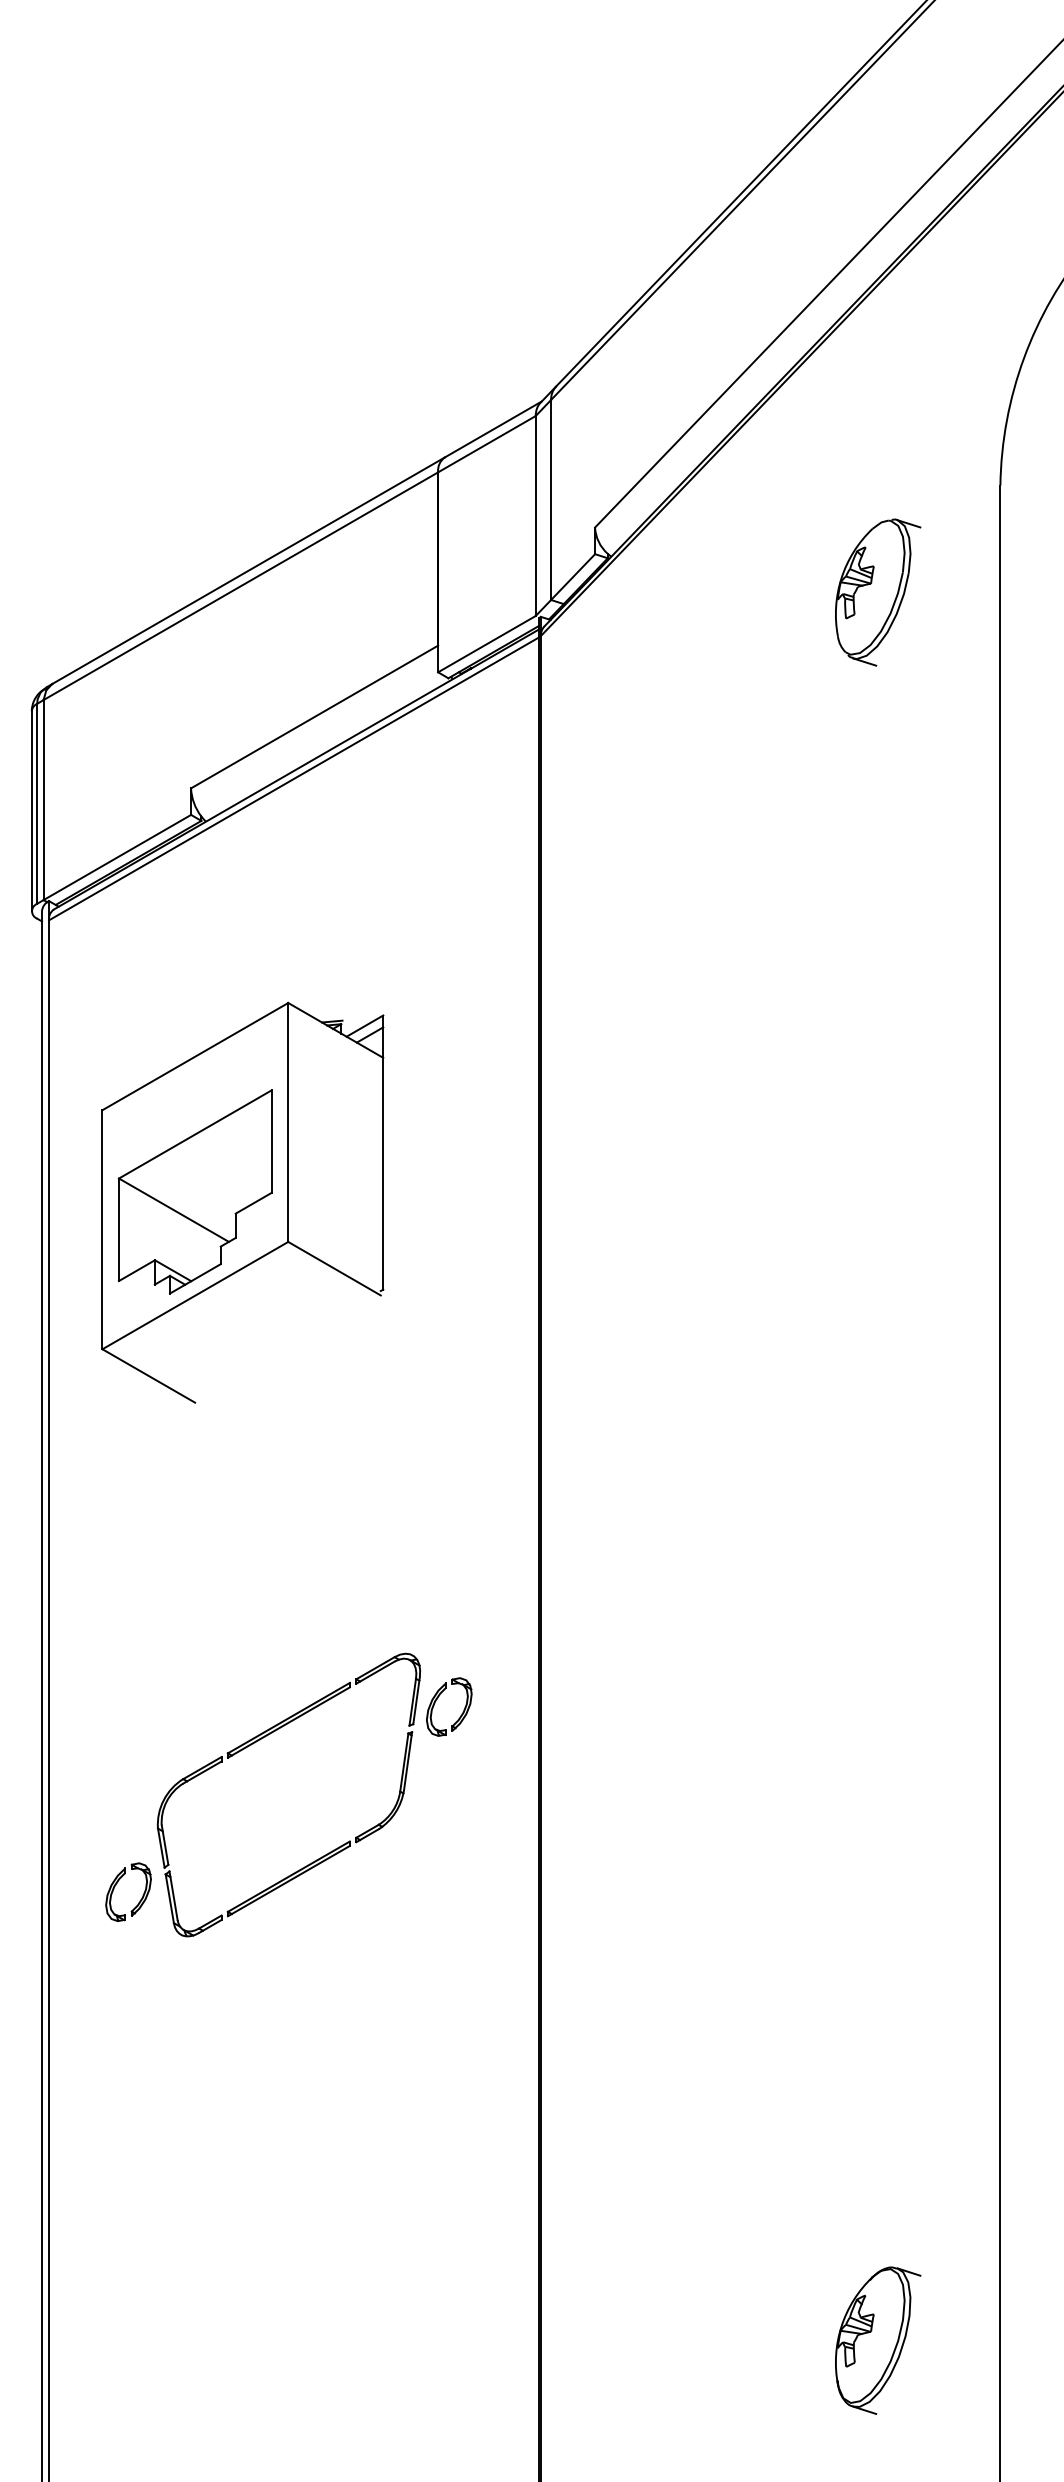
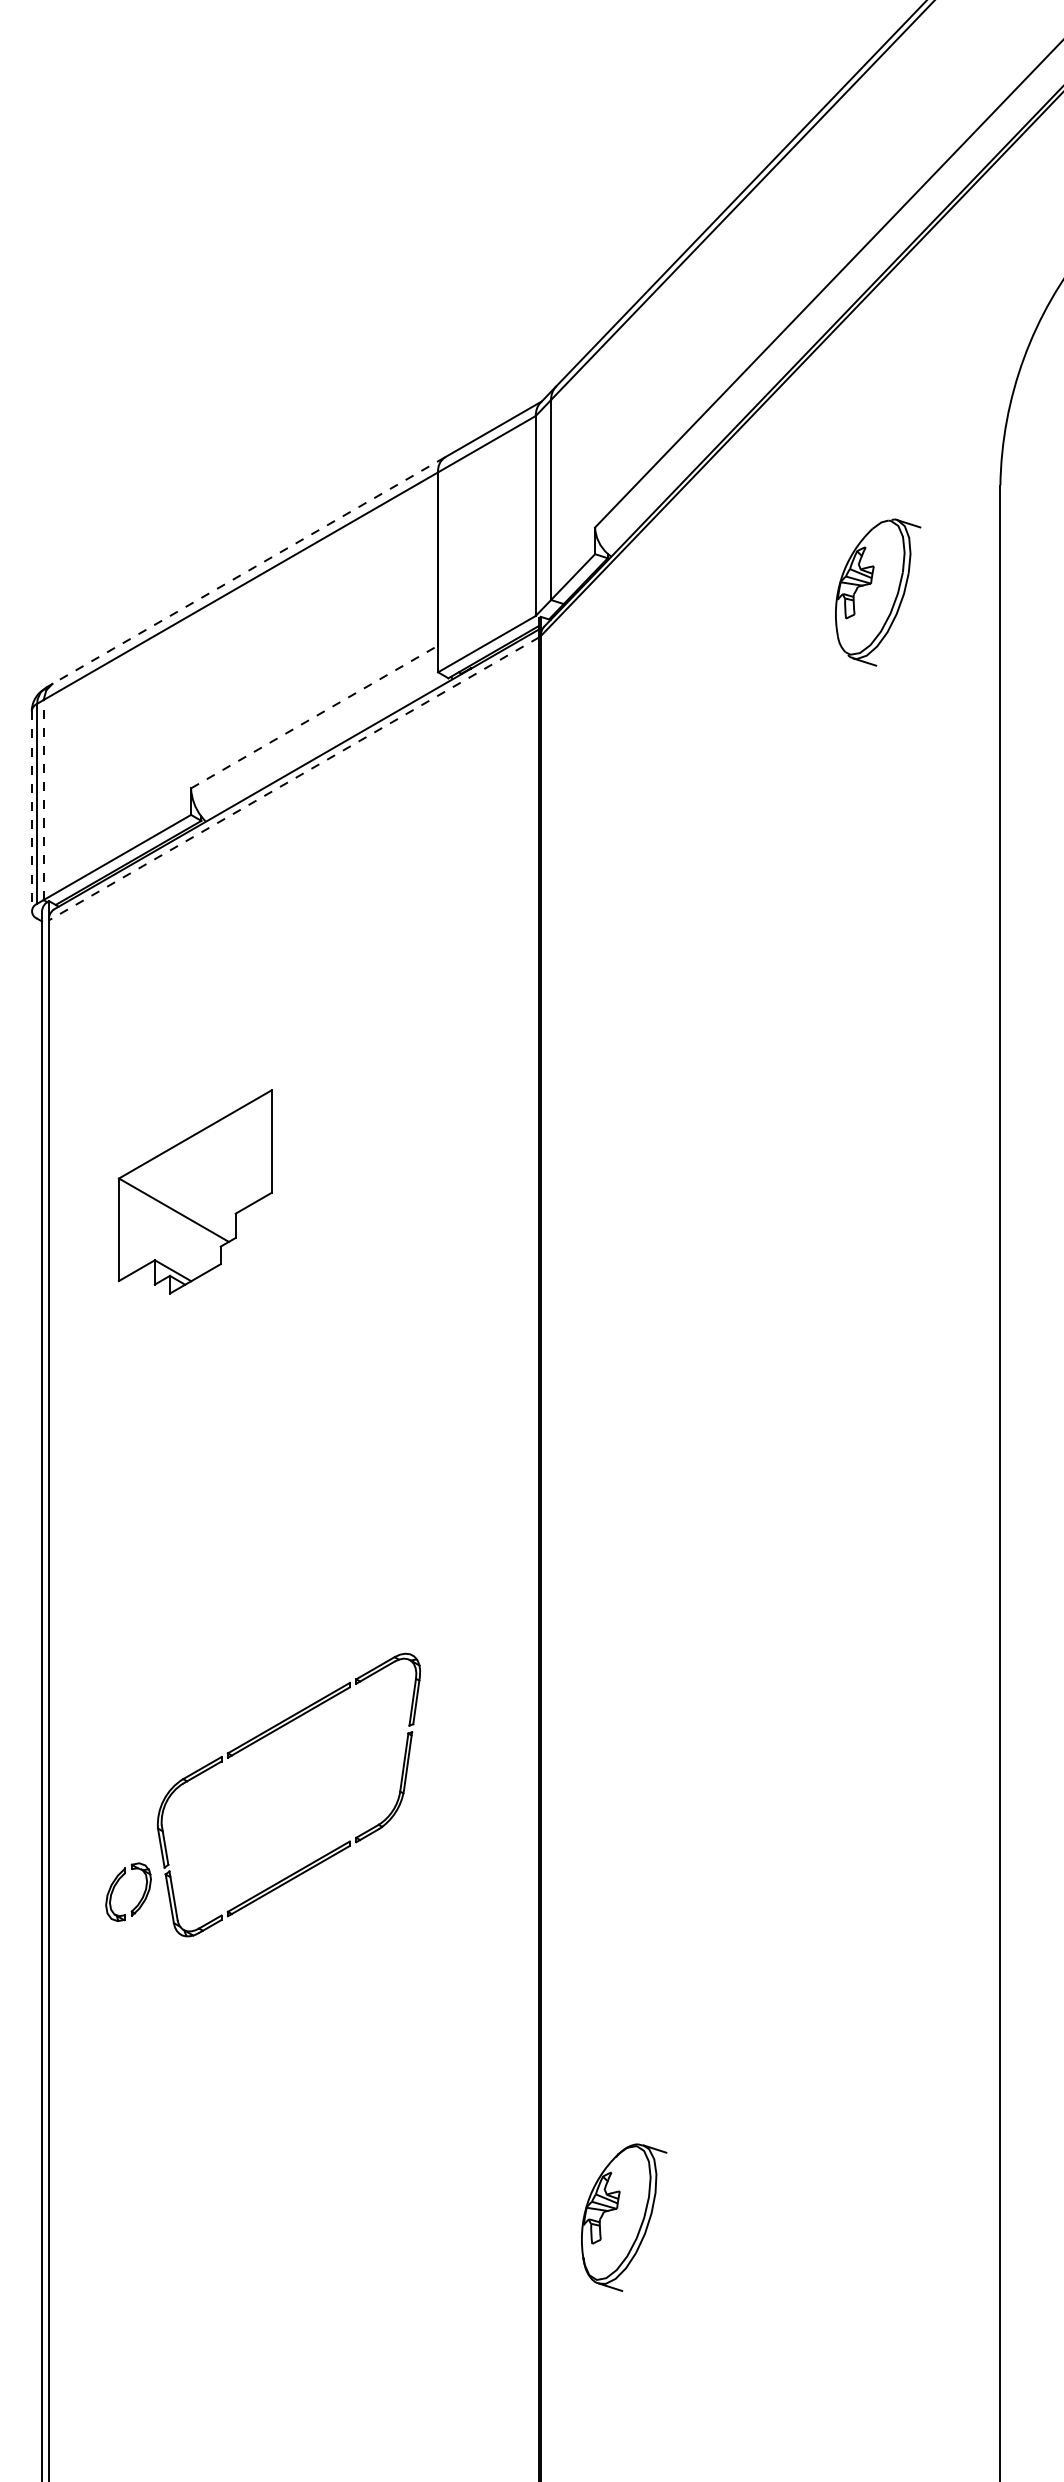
line at (248, 570): solid -> dashed
line at (314, 716): solid -> dashed
line at (293, 779): solid -> dashed
line at (43, 799): solid -> dashed
line at (31, 811): solid -> dashed
part at (242, 1202): present -> none
part at (438, 1698): present -> none
part at (878, 2340) position: (878, 2340) -> (624, 2217)
